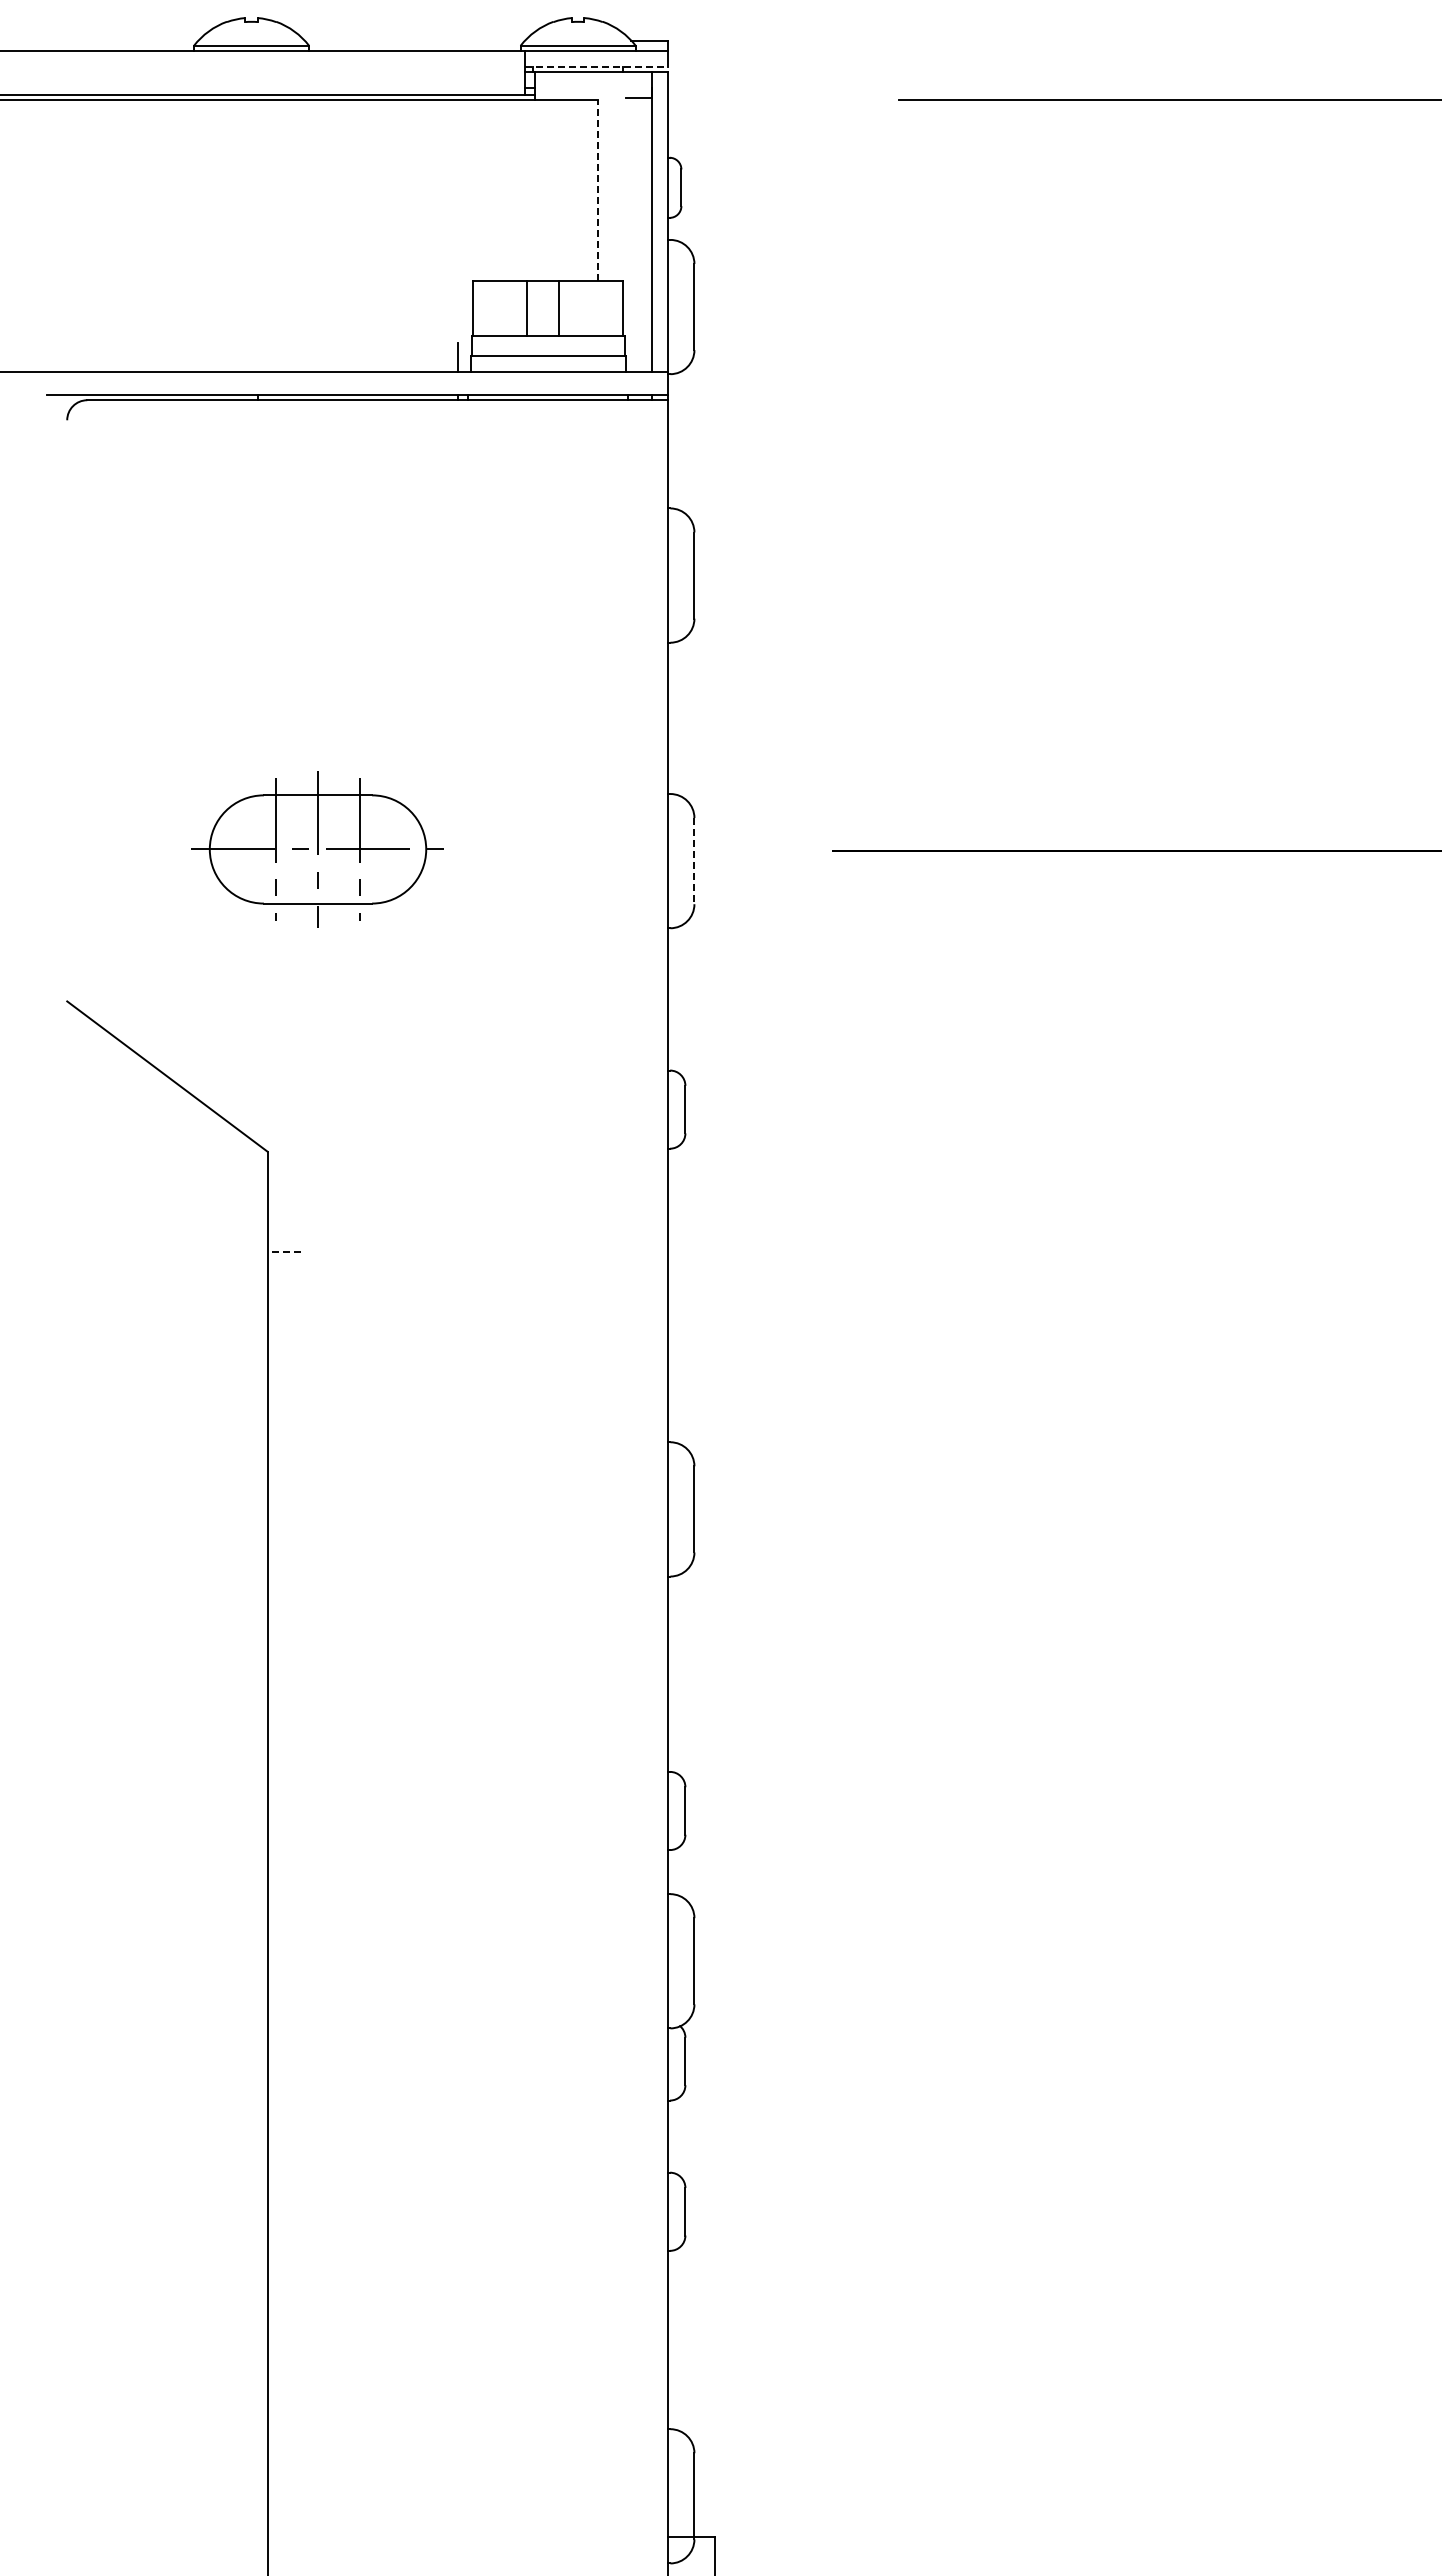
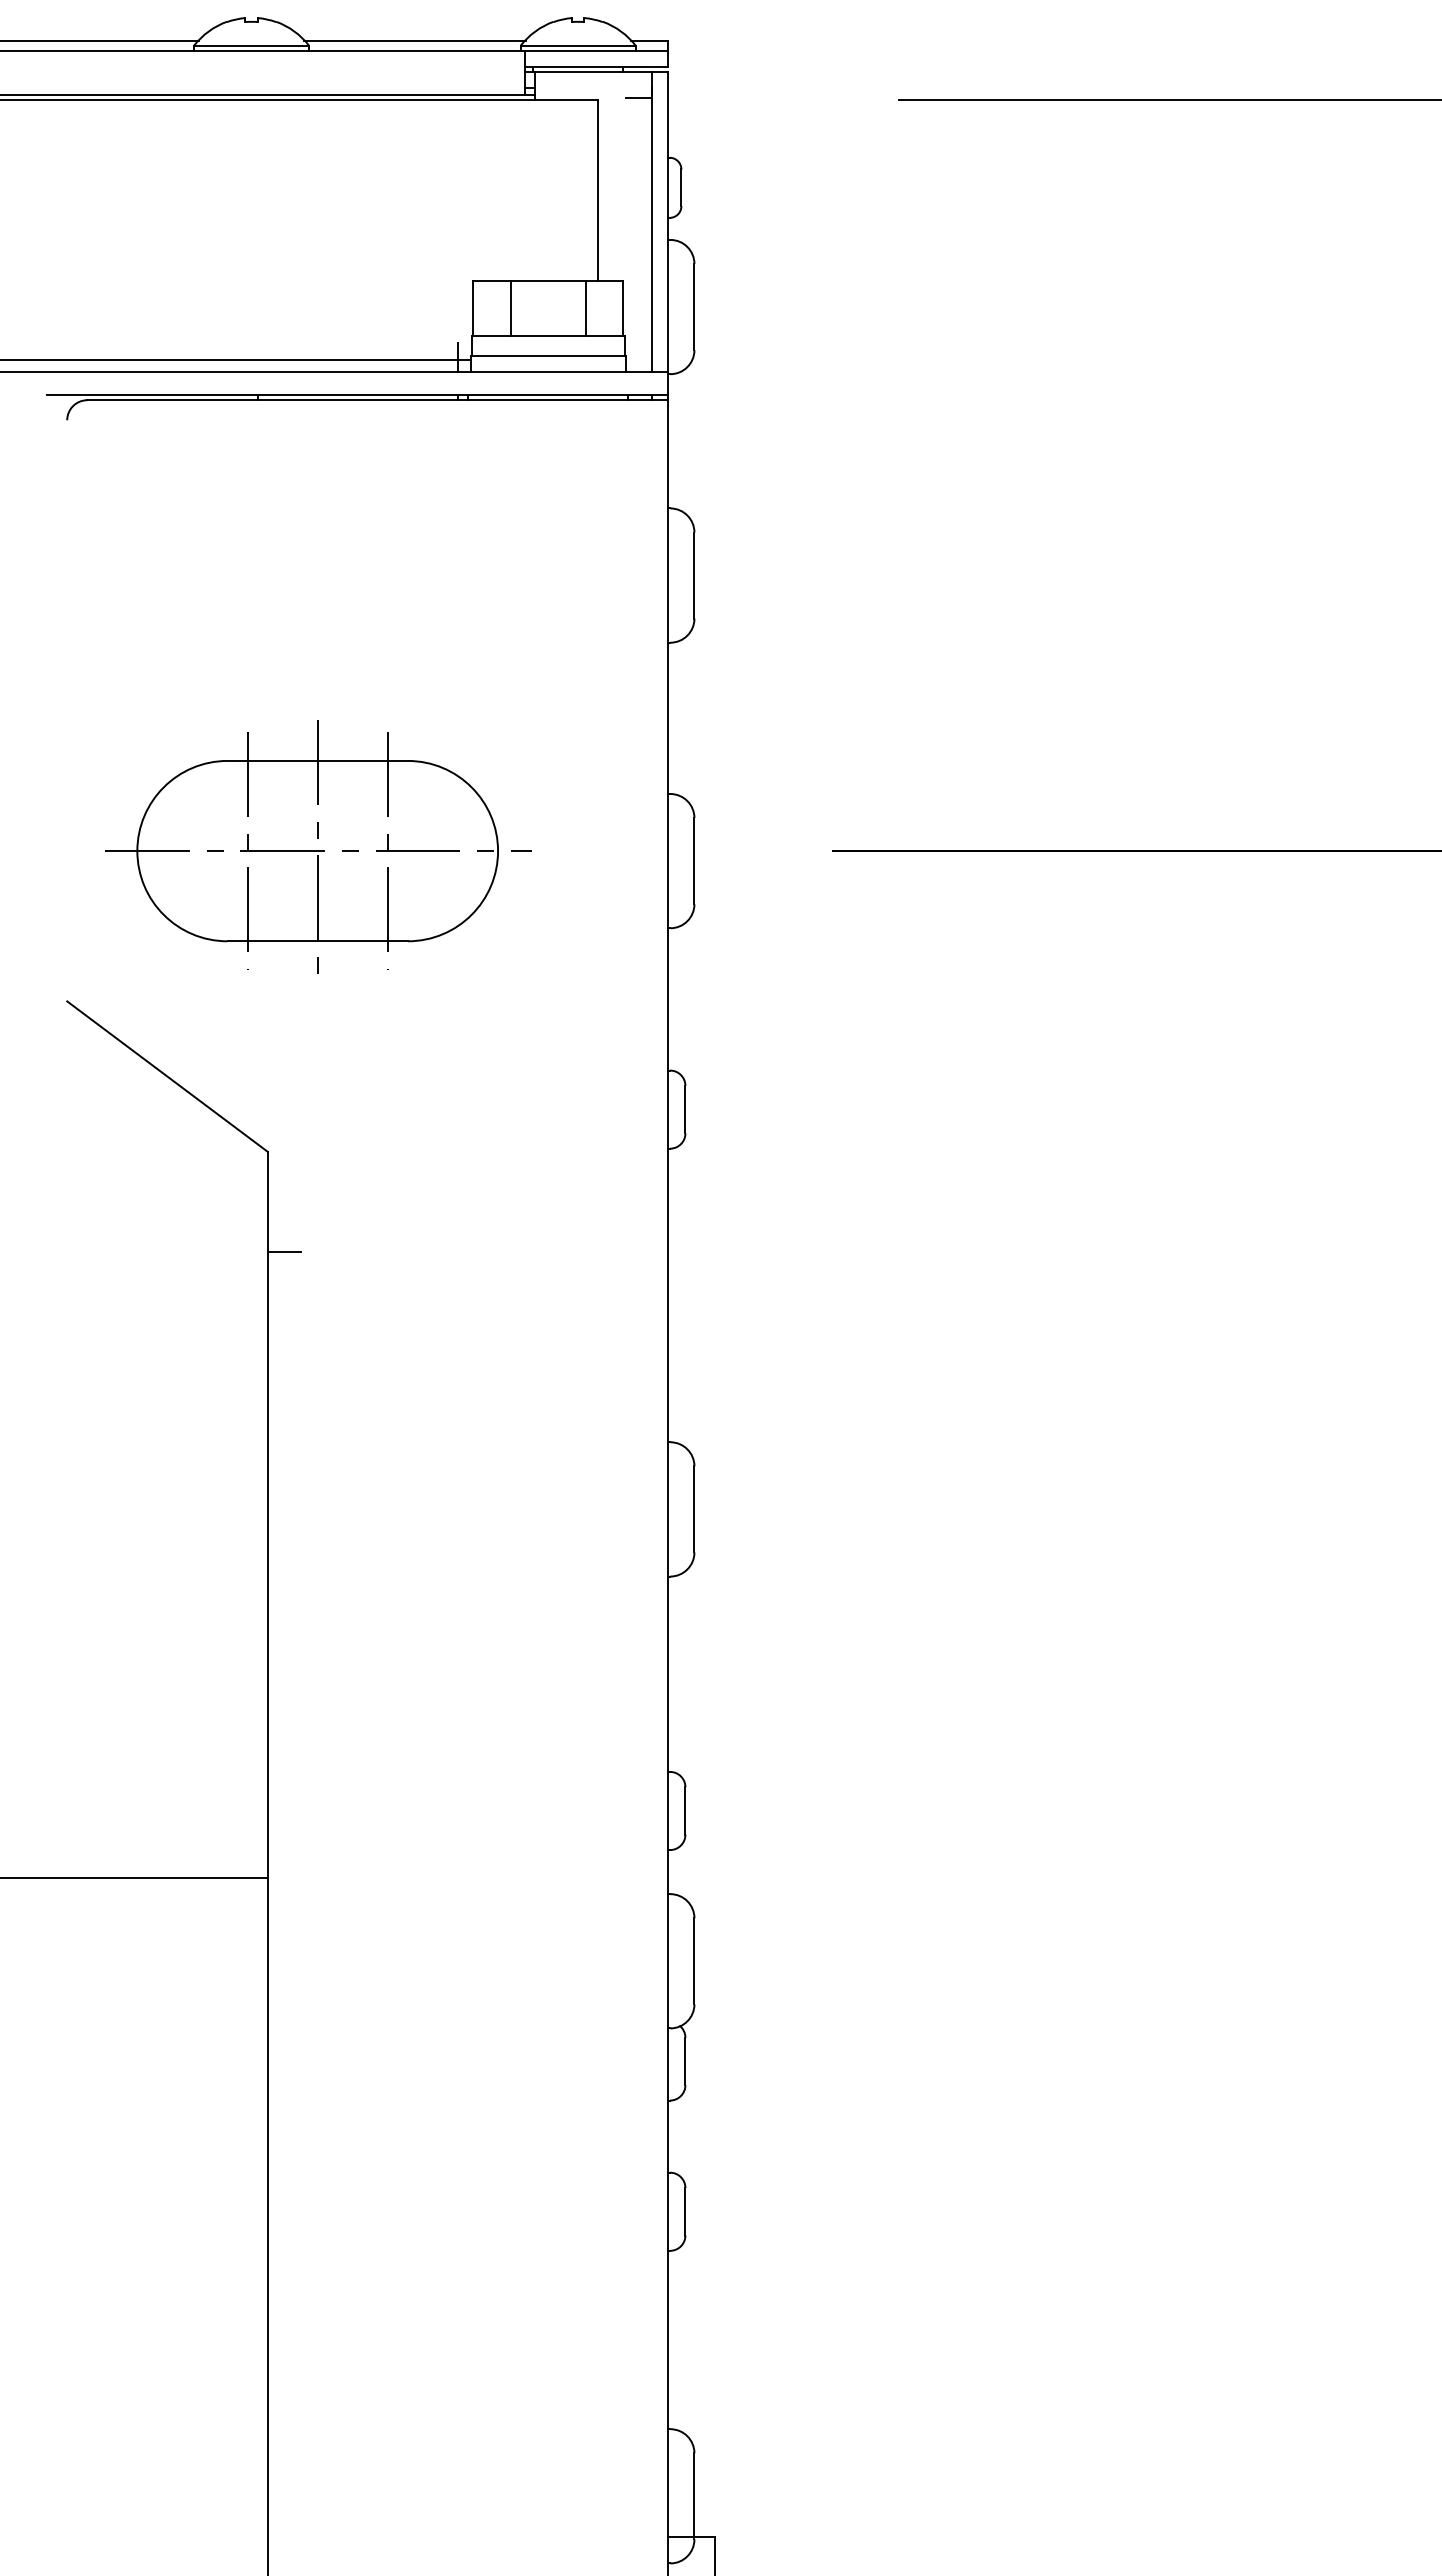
line at (100, 40): none -> present
line at (414, 40): none -> present
line at (596, 66): dashed -> solid
line at (598, 190): dashed -> solid
line at (526, 308) position: (526, 308) -> (510, 308)
line at (558, 308) position: (558, 308) -> (585, 308)
line at (236, 360): none -> present
part at (317, 849) size: 253x157 px -> 427x254 px
line at (694, 861): dashed -> solid
line at (284, 1251): dashed -> solid
line at (134, 1878): none -> present
